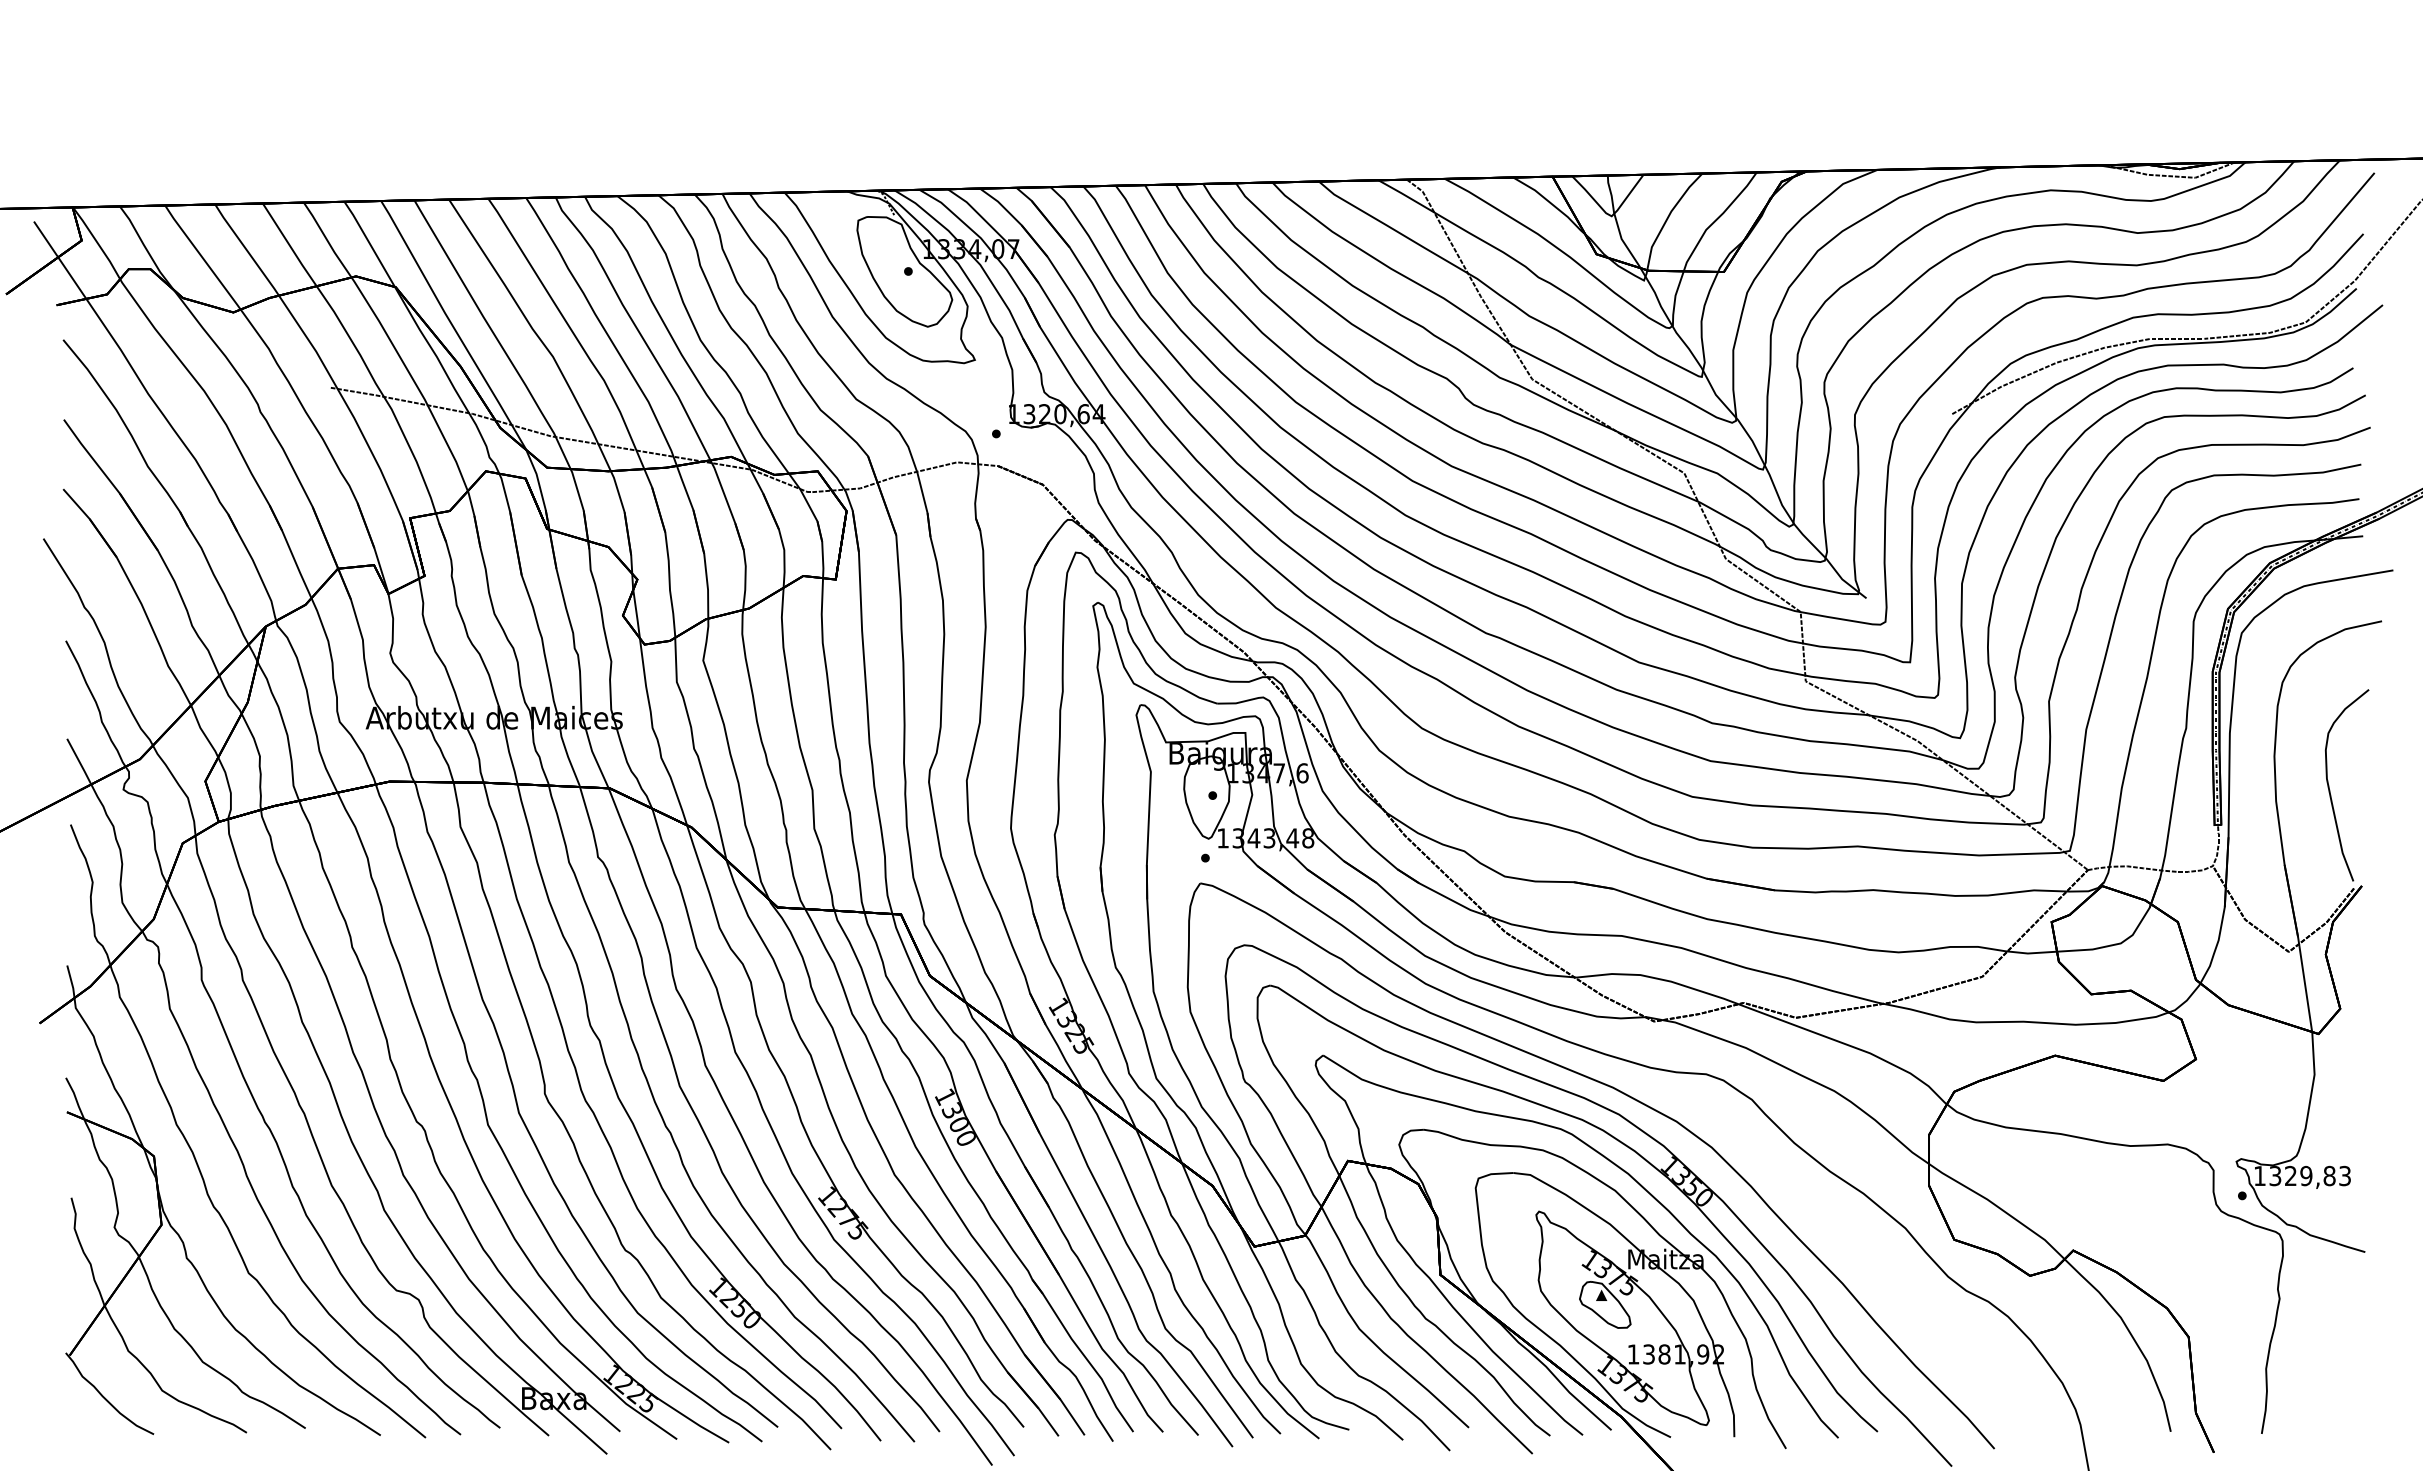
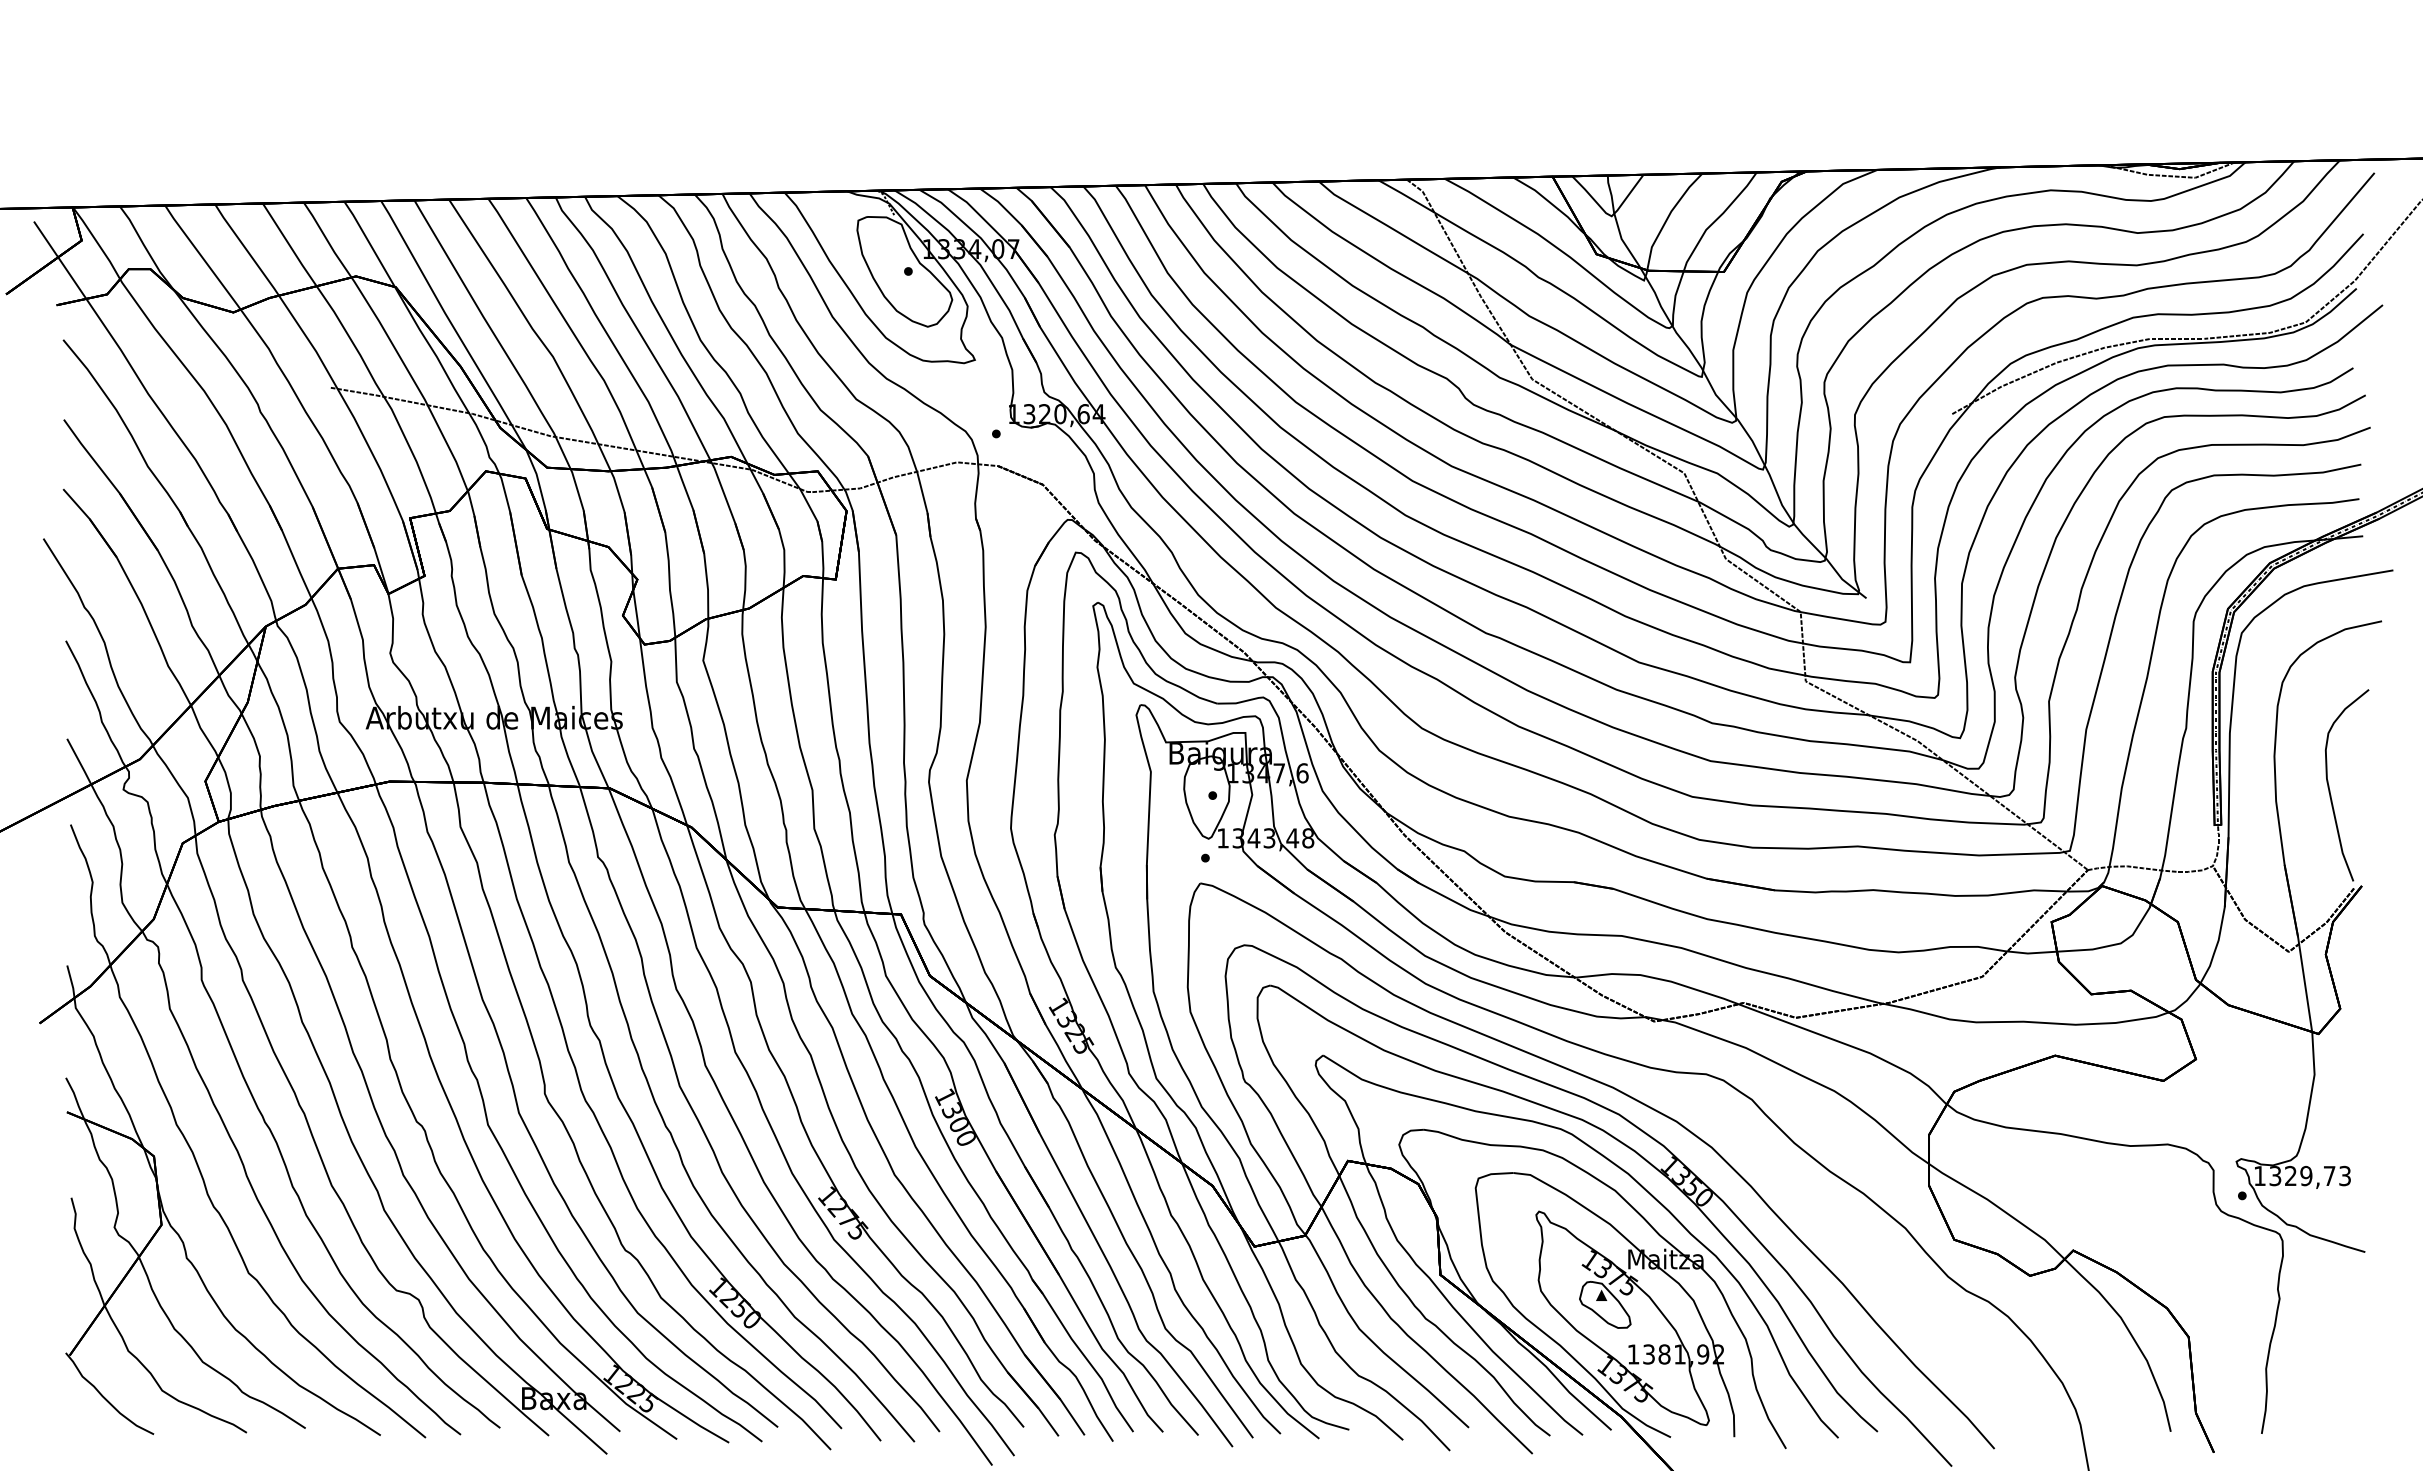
text at (2329, 1175): 1329,83 -> 1329,73
